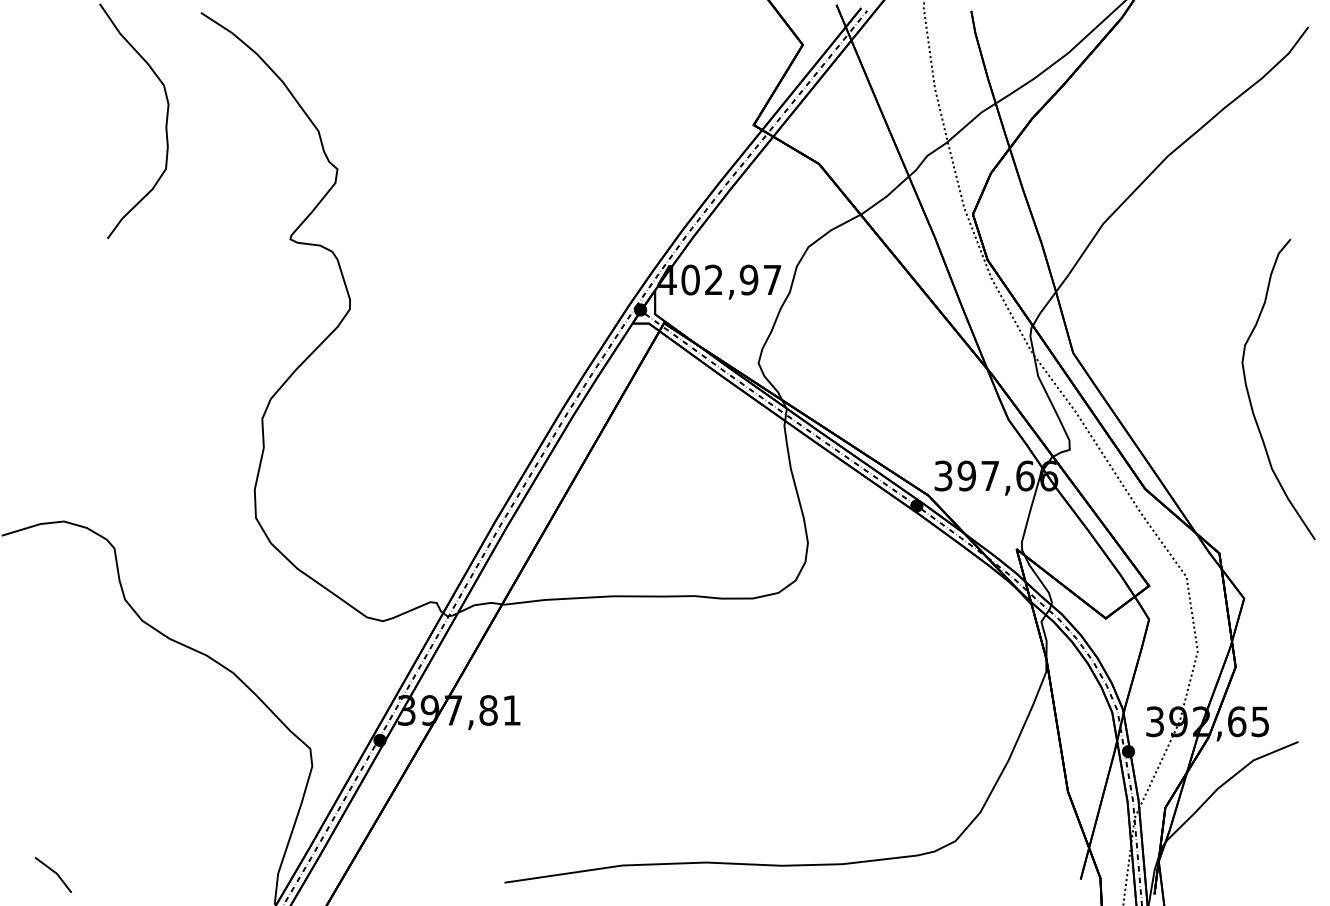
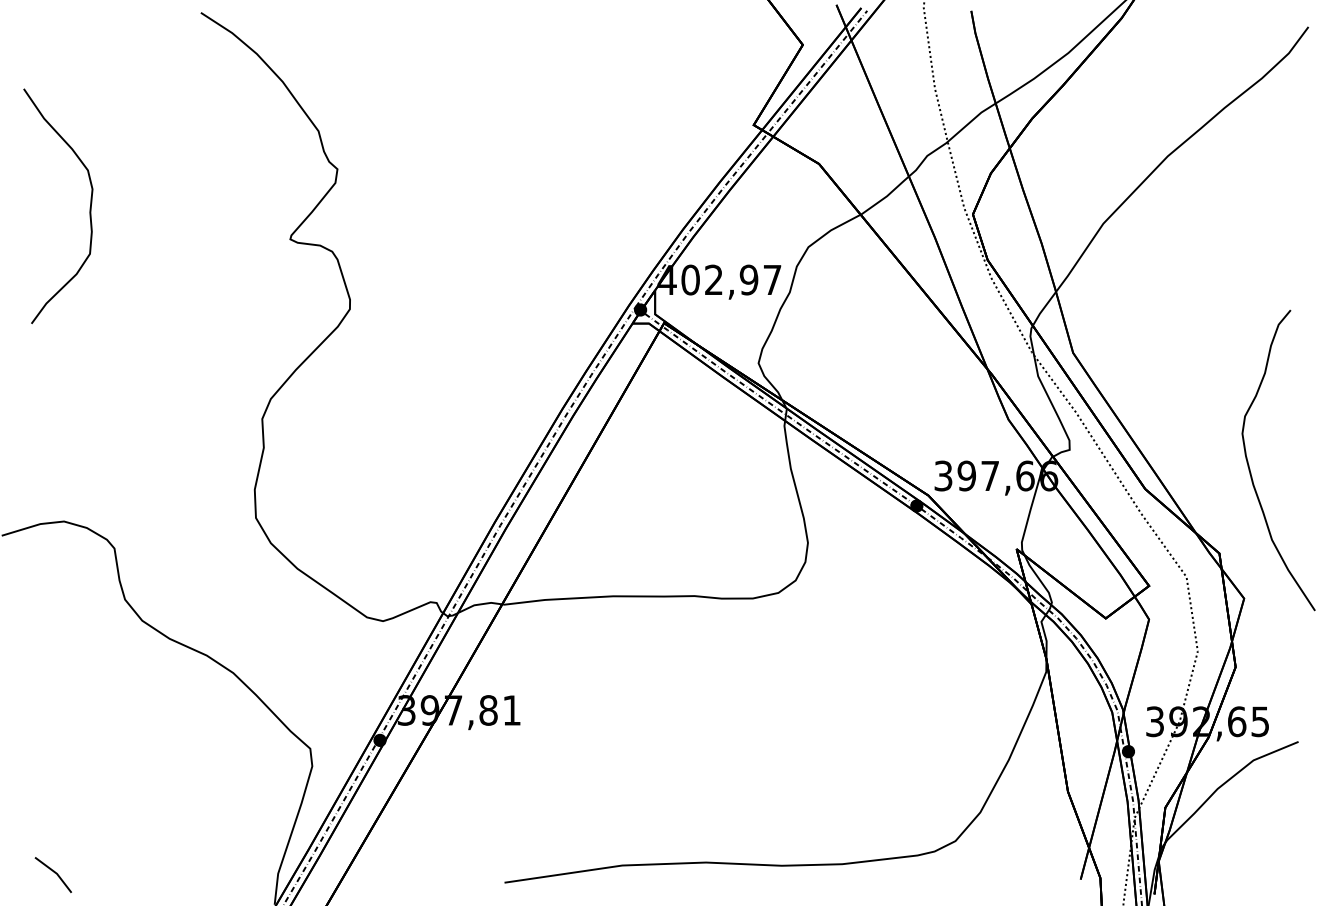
curve at (165, 122) position: (165, 122) -> (89, 207)
curve at (1250, 397) position: (1250, 397) -> (1250, 468)
